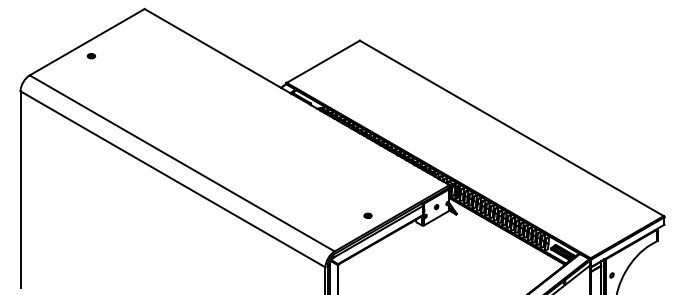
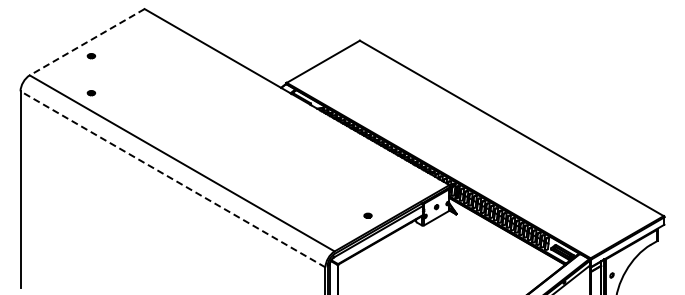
line at (86, 42): solid -> dashed
part at (91, 93): none -> present
line at (172, 179): solid -> dashed
